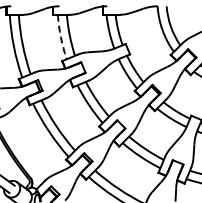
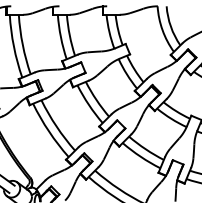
arc at (60, 37): dashed -> solid
